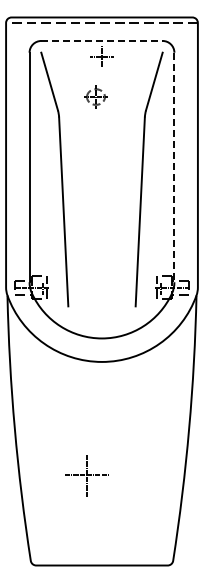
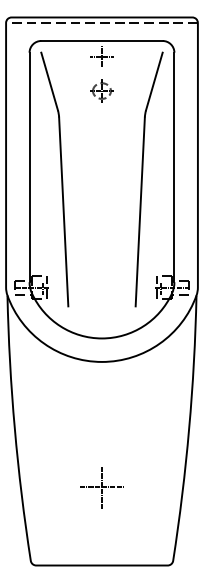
line at (102, 40): dashed -> solid
part at (95, 96) position: (95, 96) -> (101, 90)
line at (174, 167): dashed -> solid
part at (86, 475) position: (86, 475) -> (101, 487)
